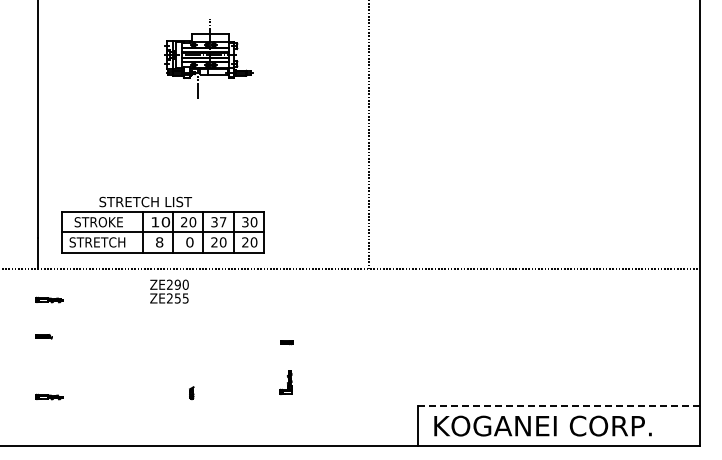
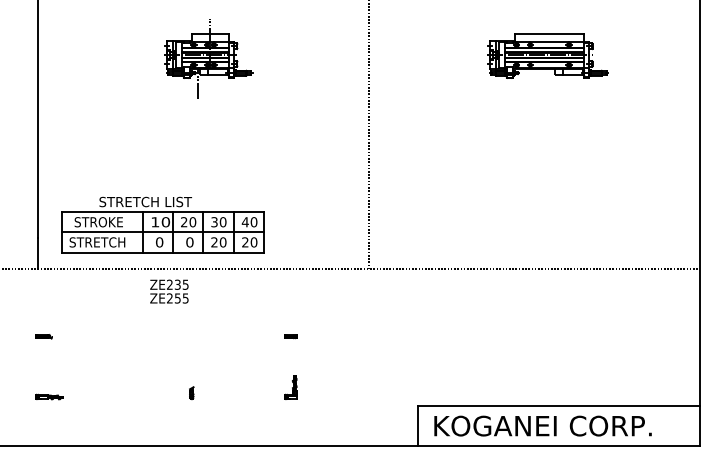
part at (547, 55): none -> present
text at (222, 222): 37 -> 30
text at (244, 222): 30 -> 40
text at (159, 242): 8 -> 0
text at (181, 284): ZE290 -> ZE235
part at (49, 299): present -> none
part at (286, 342) position: (286, 342) -> (290, 336)
part at (285, 382) position: (285, 382) -> (290, 387)
line at (559, 405): dashed -> solid
